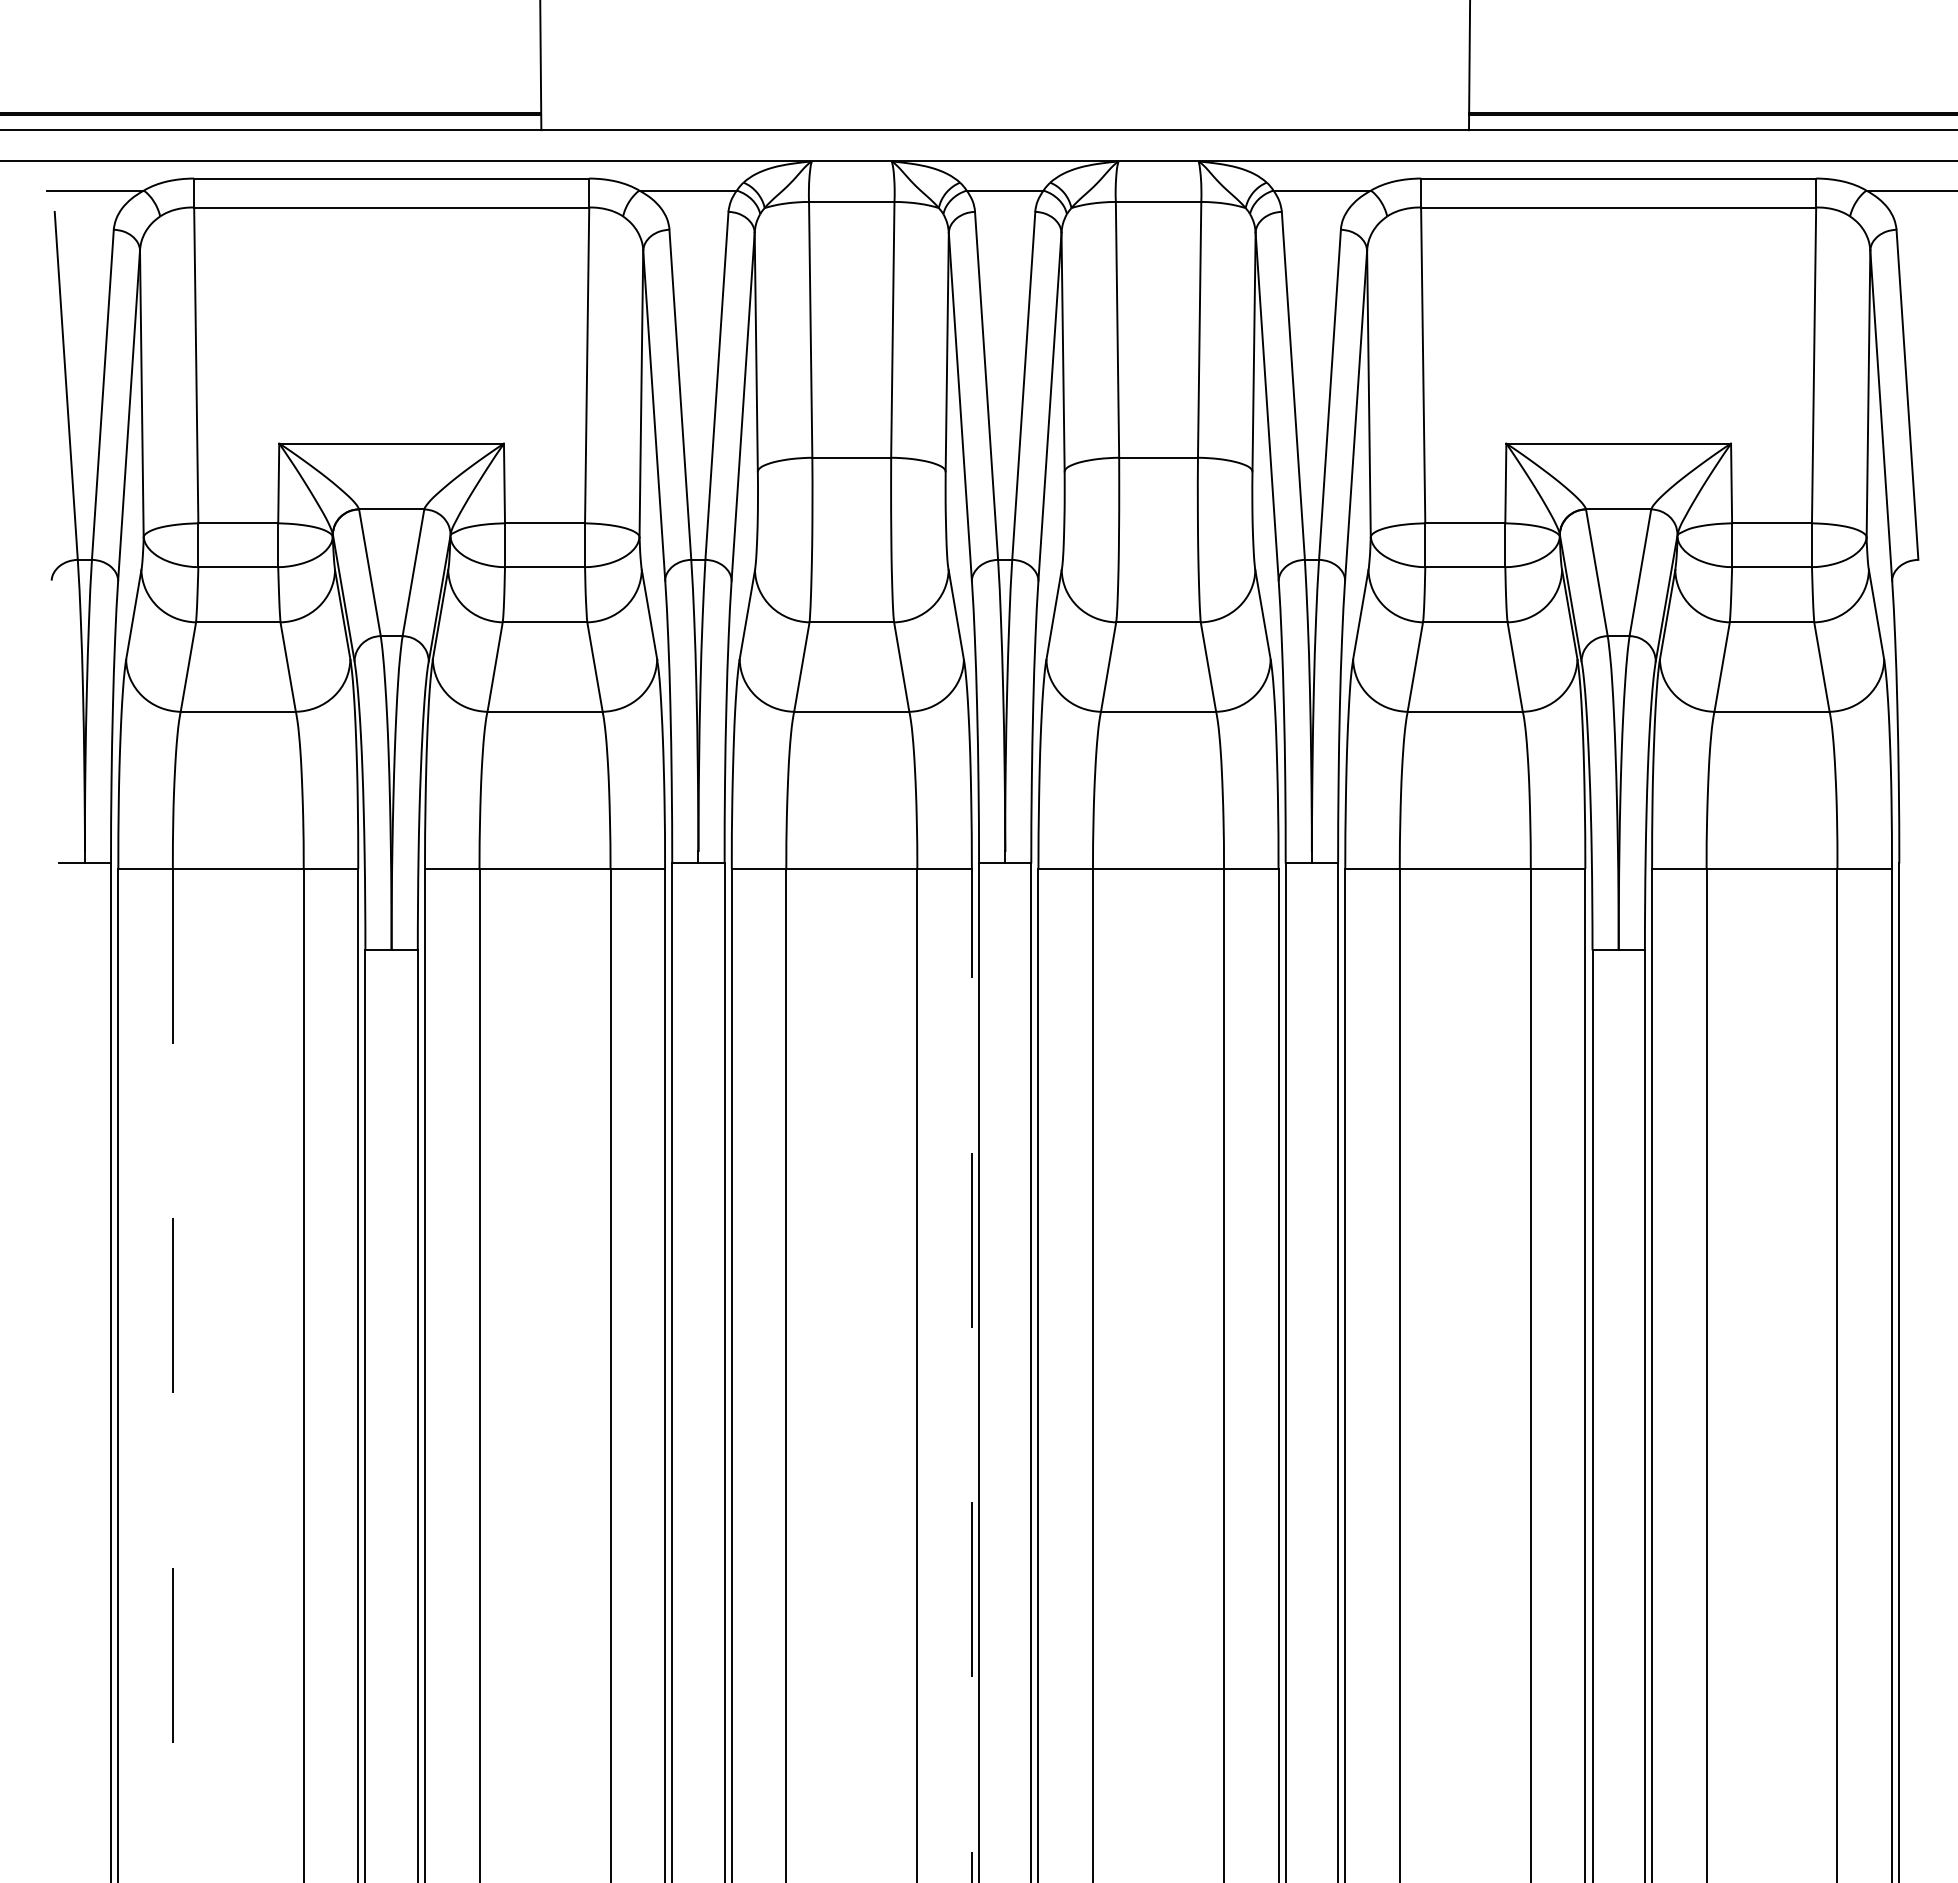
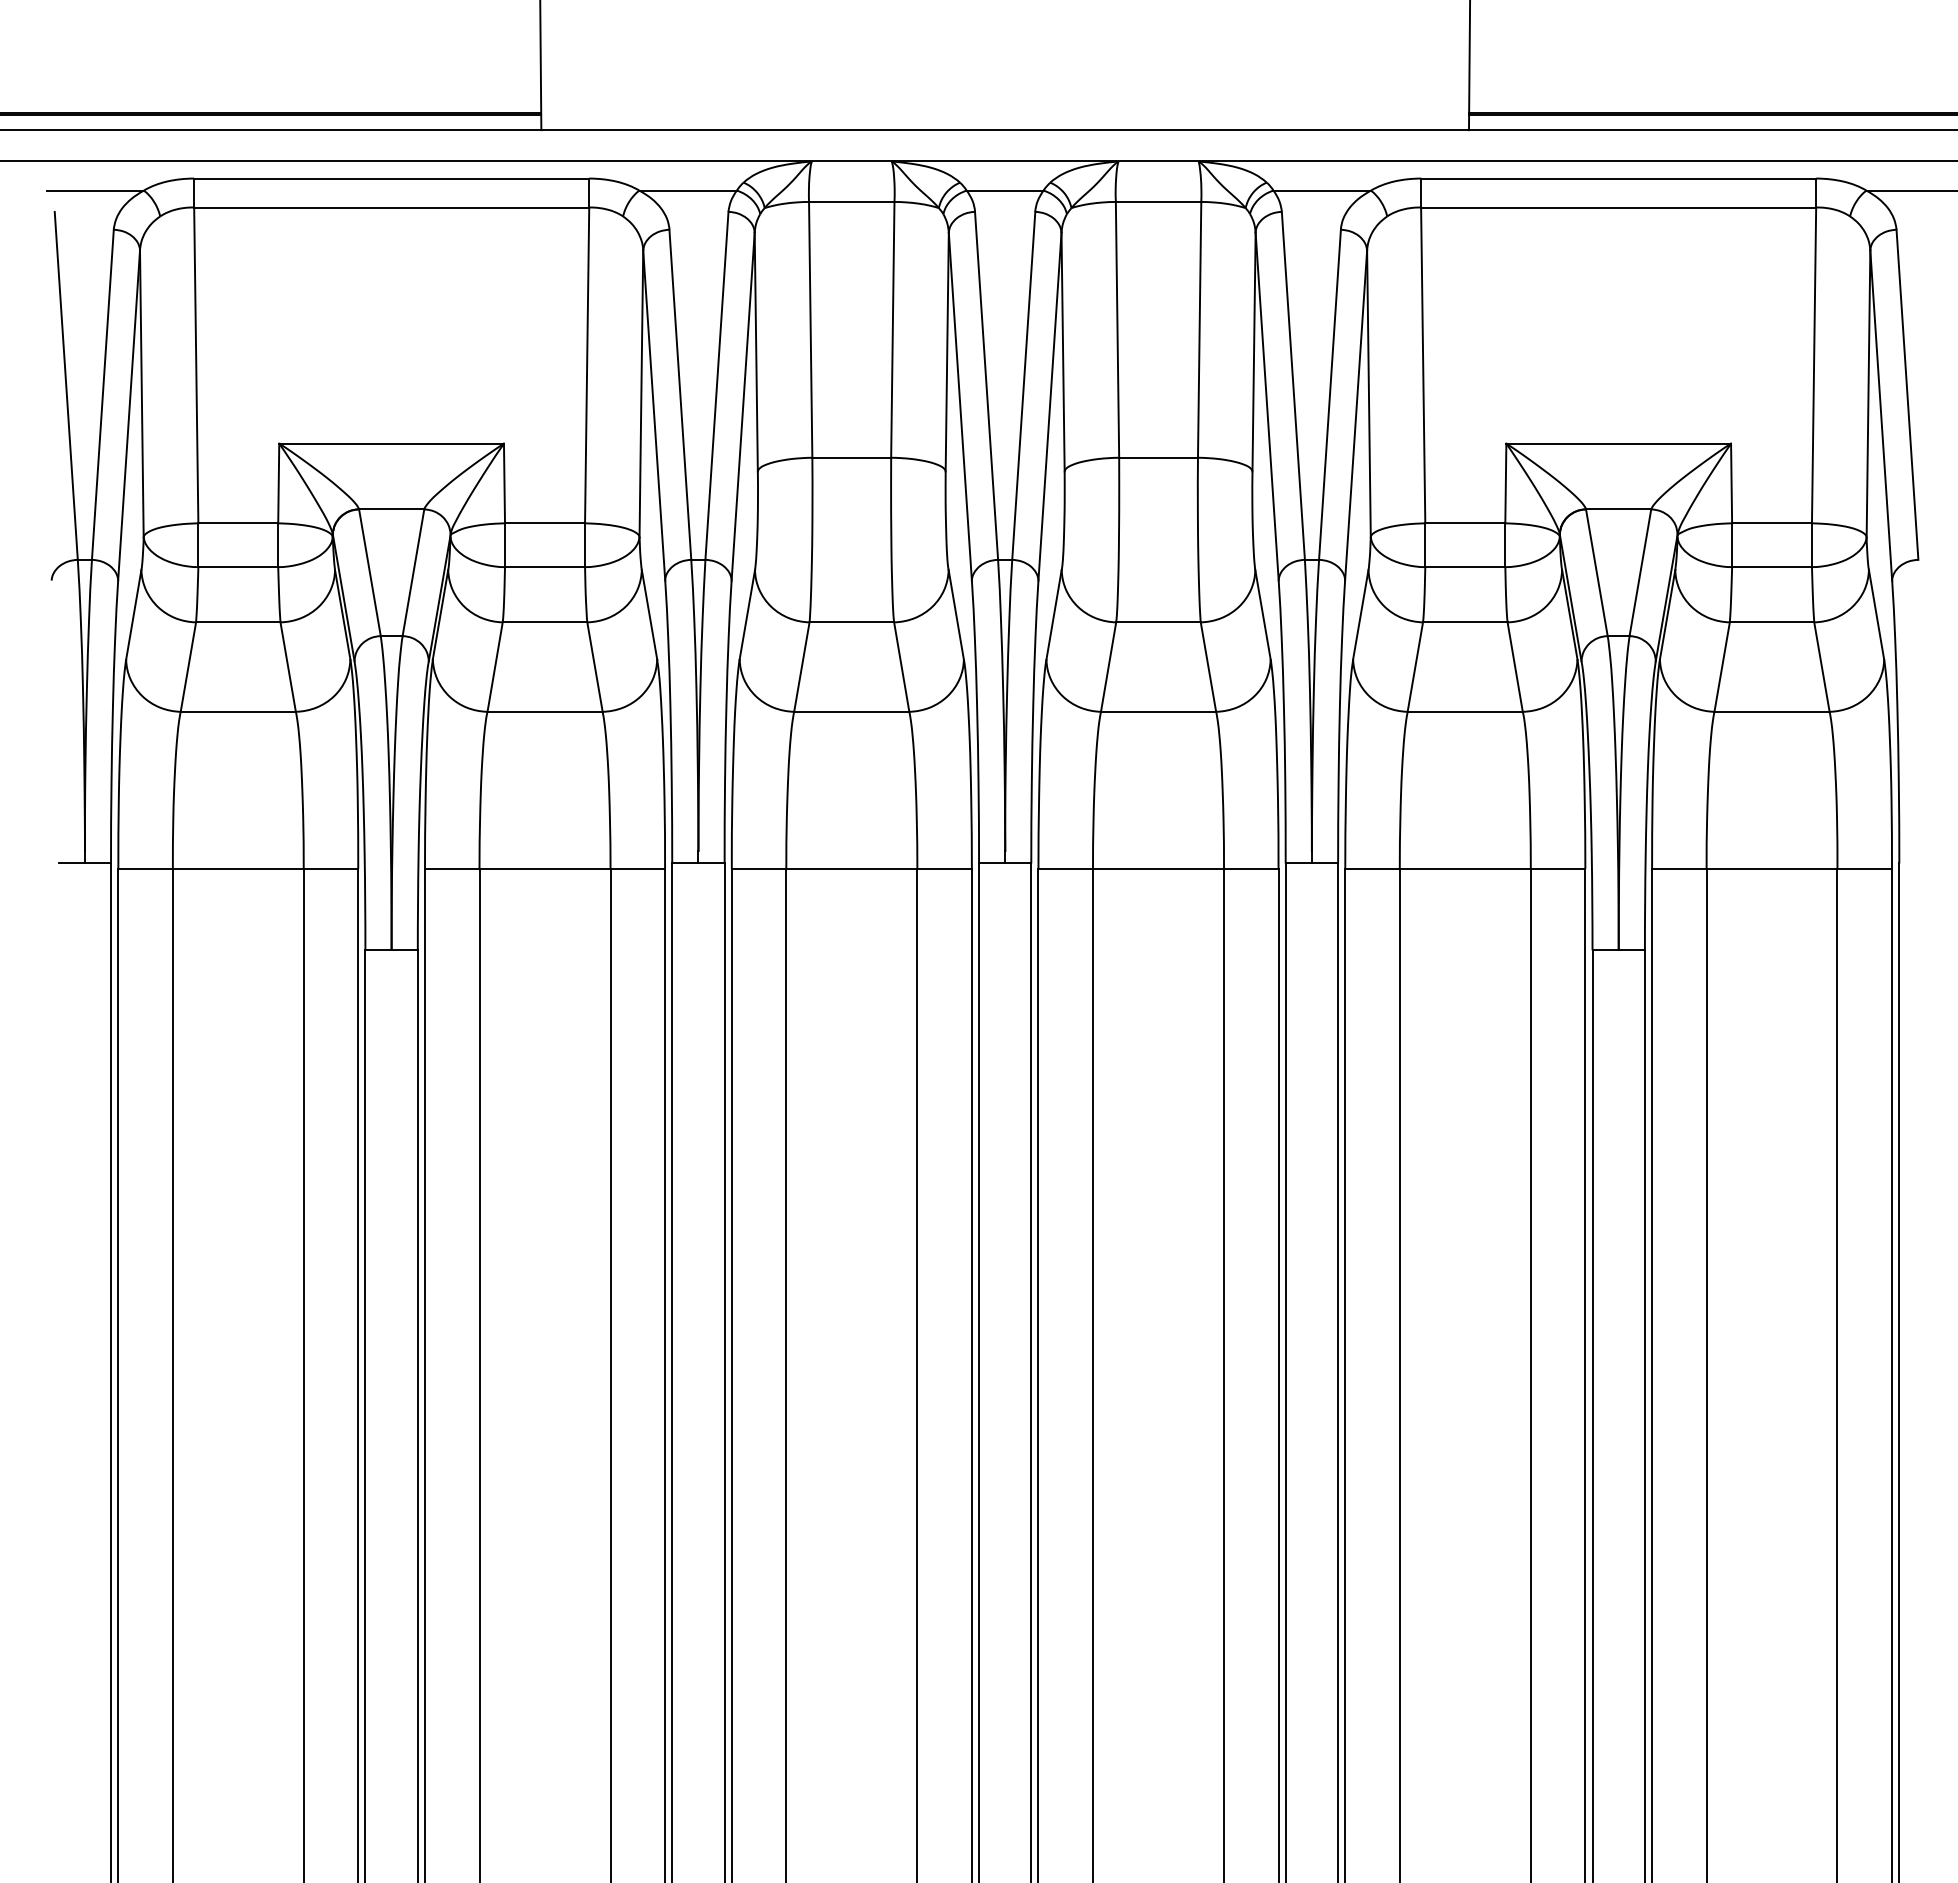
line at (172, 1375): dashed -> solid
line at (971, 1375): dashed -> solid
